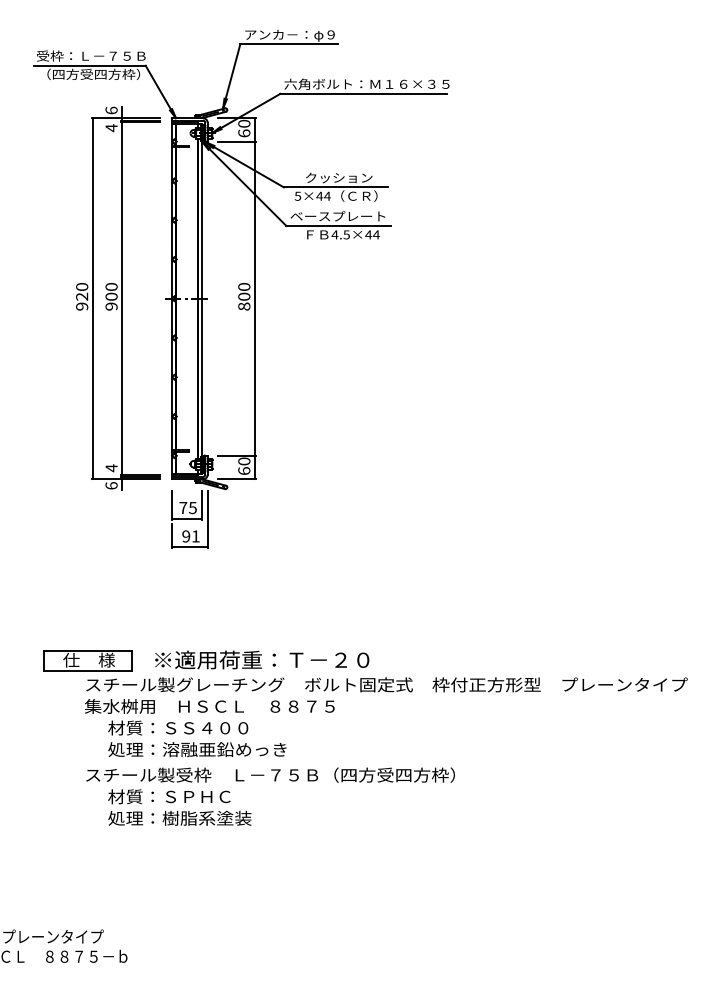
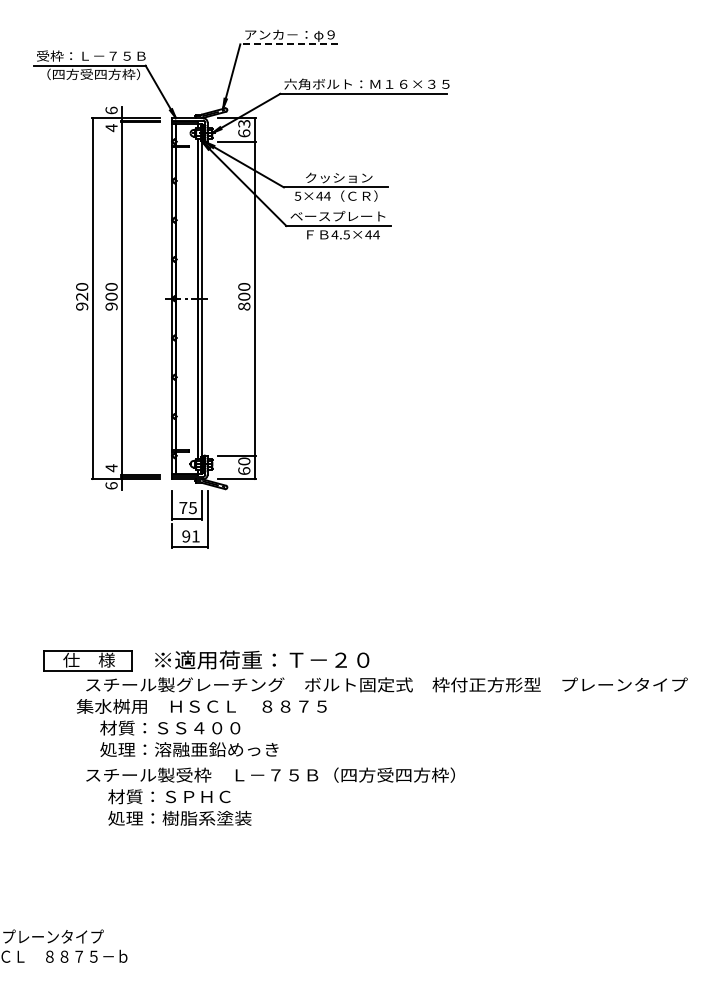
line at (289, 44): solid -> dashed
text at (244, 123): 60 -> 63
text at (209, 728) position: (209, 728) -> (201, 728)
